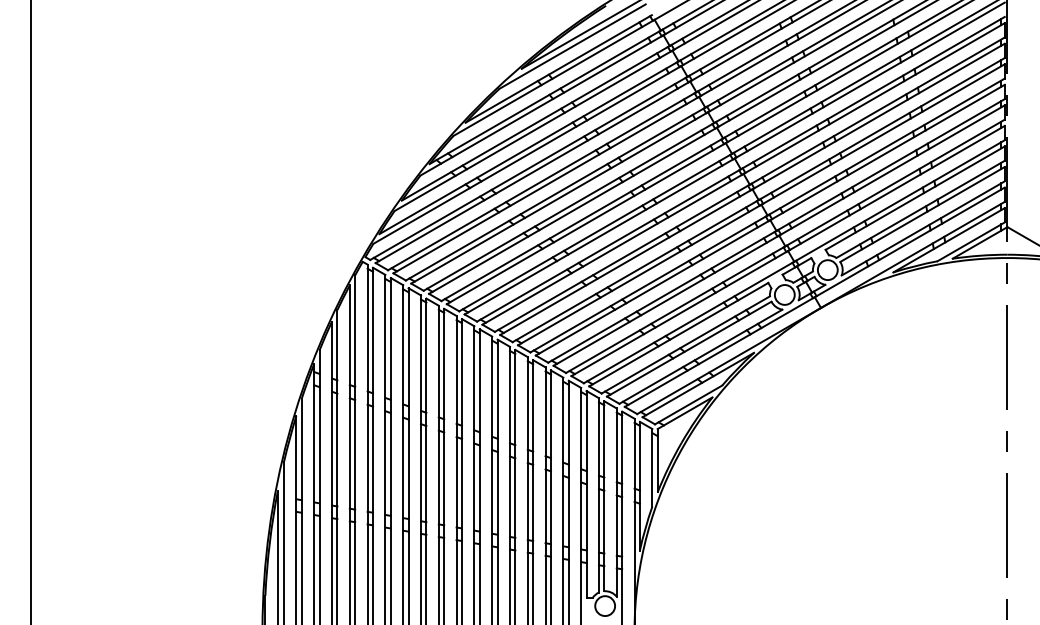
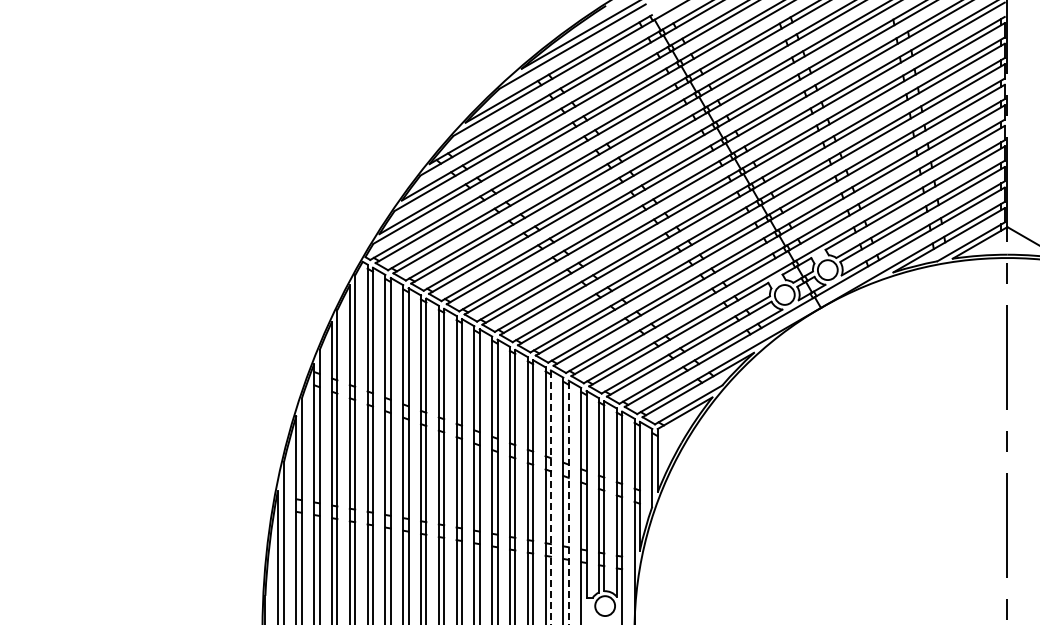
line at (31, 311): present -> none
line at (550, 497): solid -> dashed
line at (568, 502): solid -> dashed
